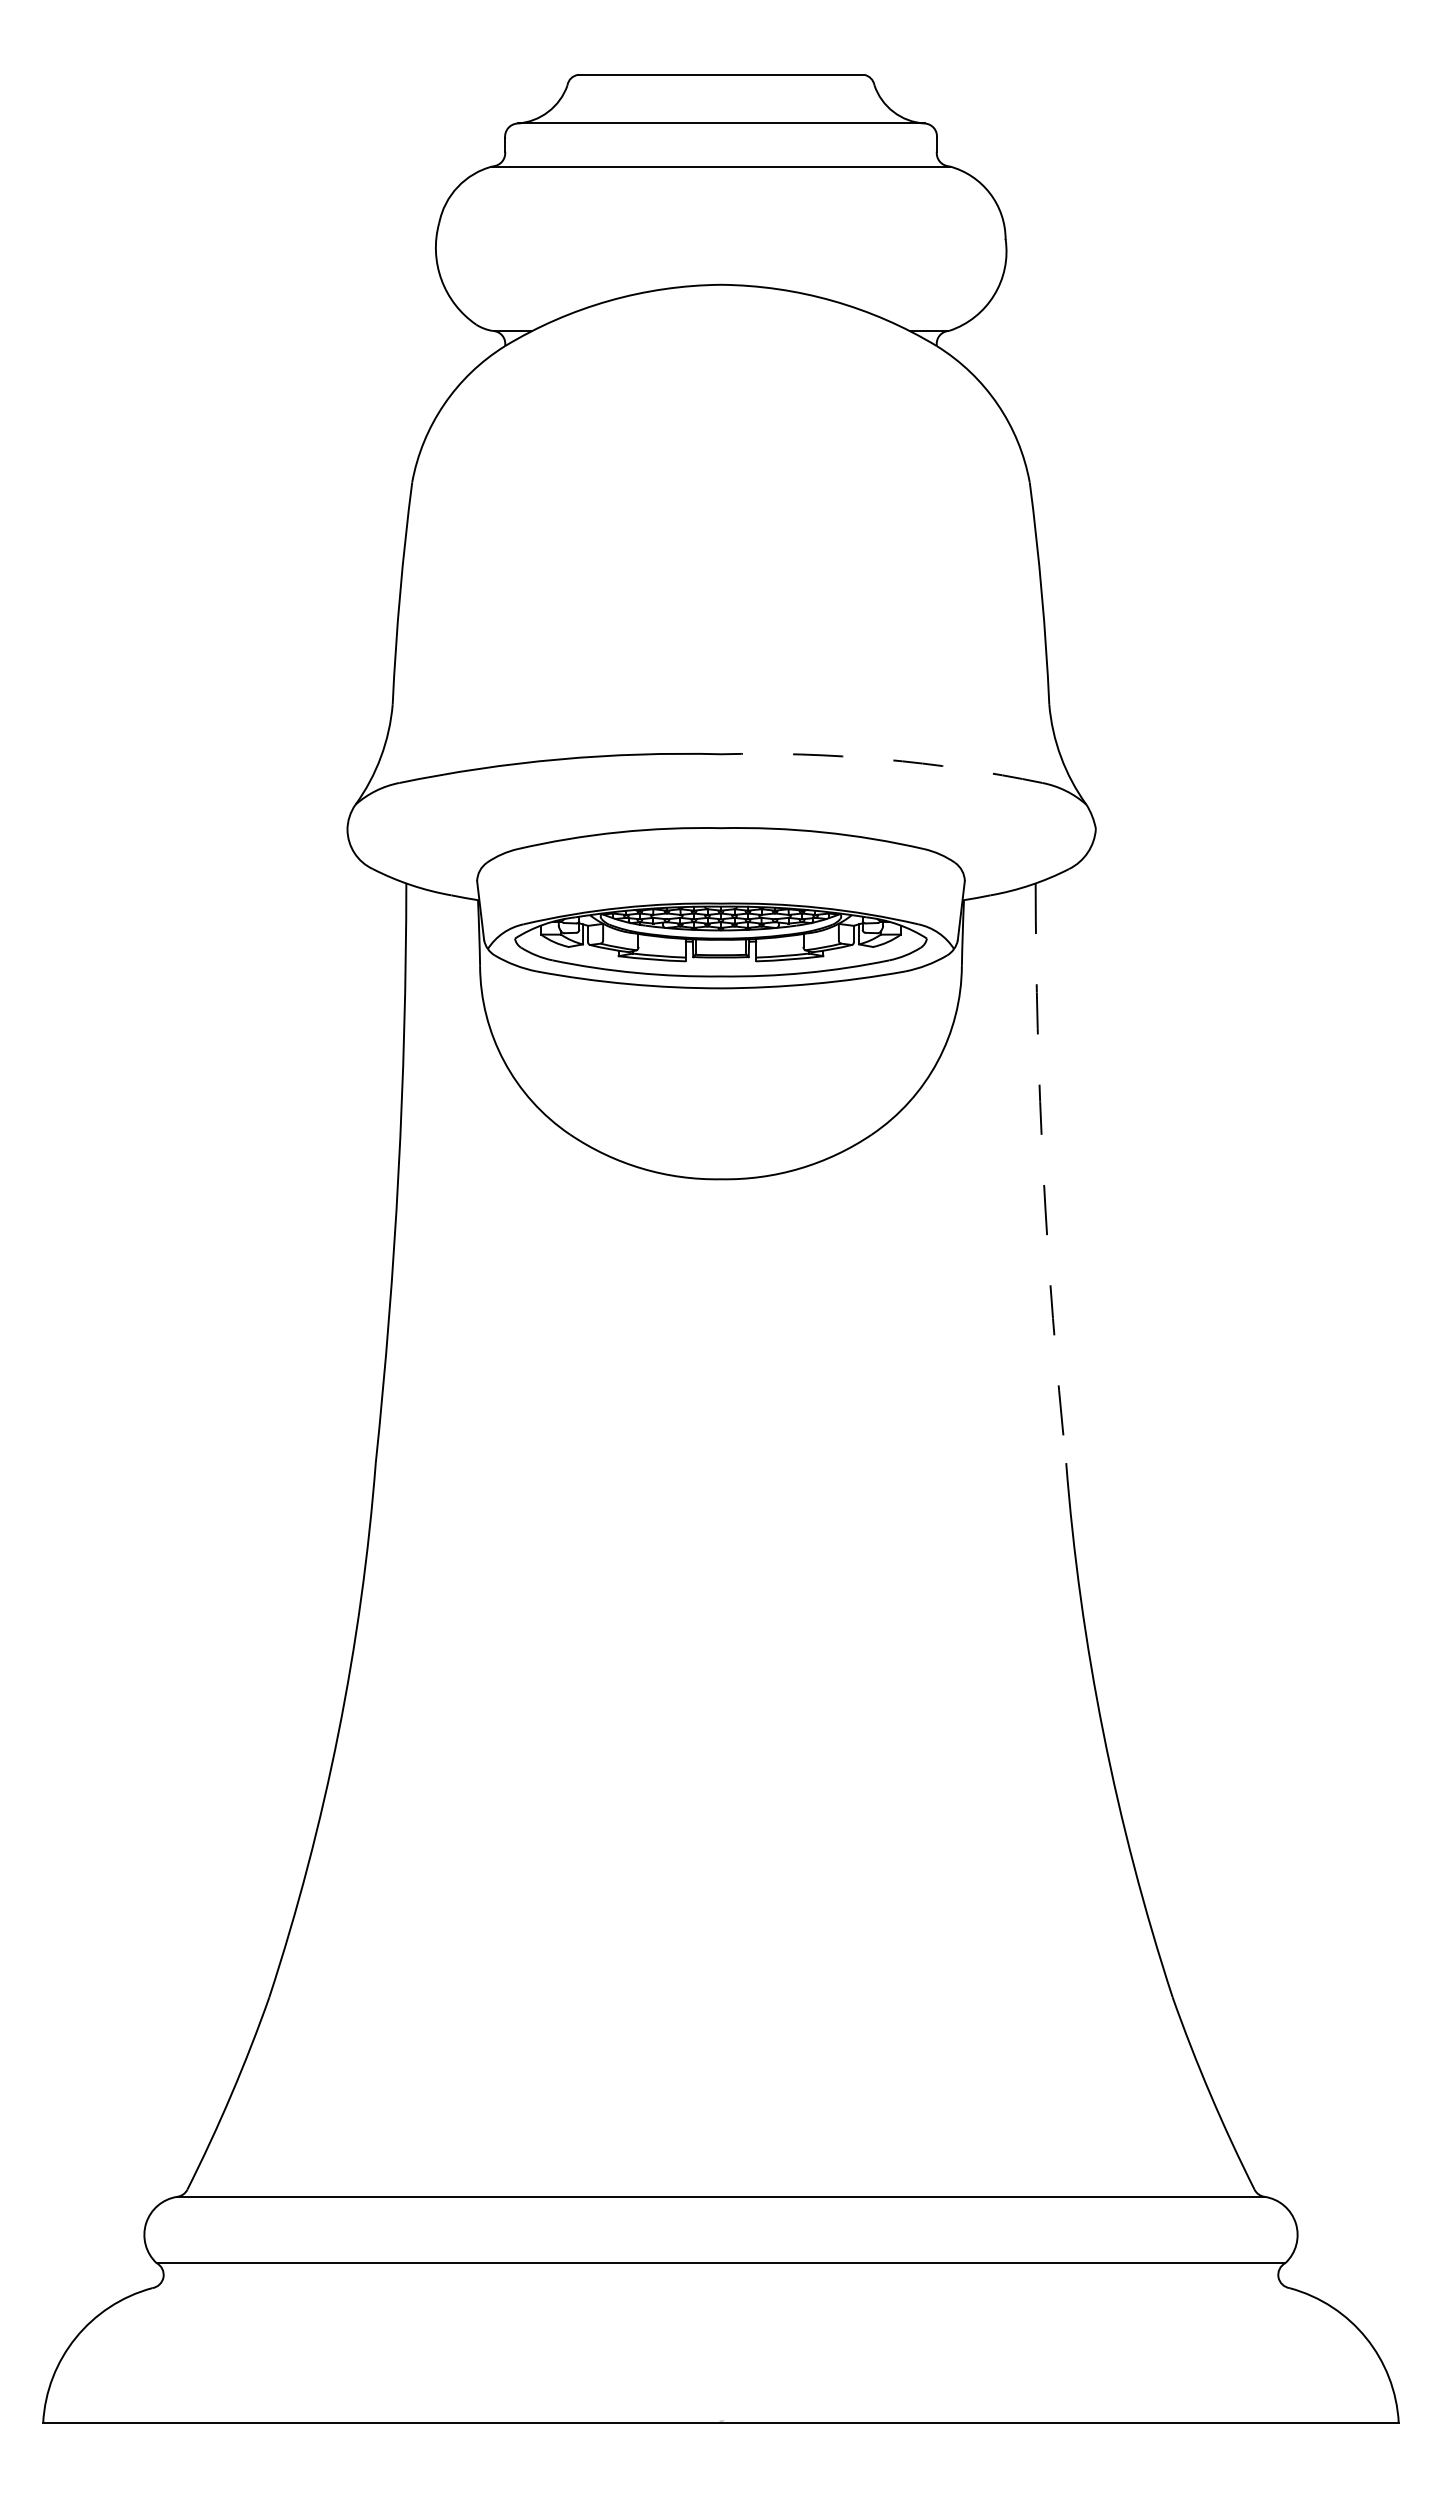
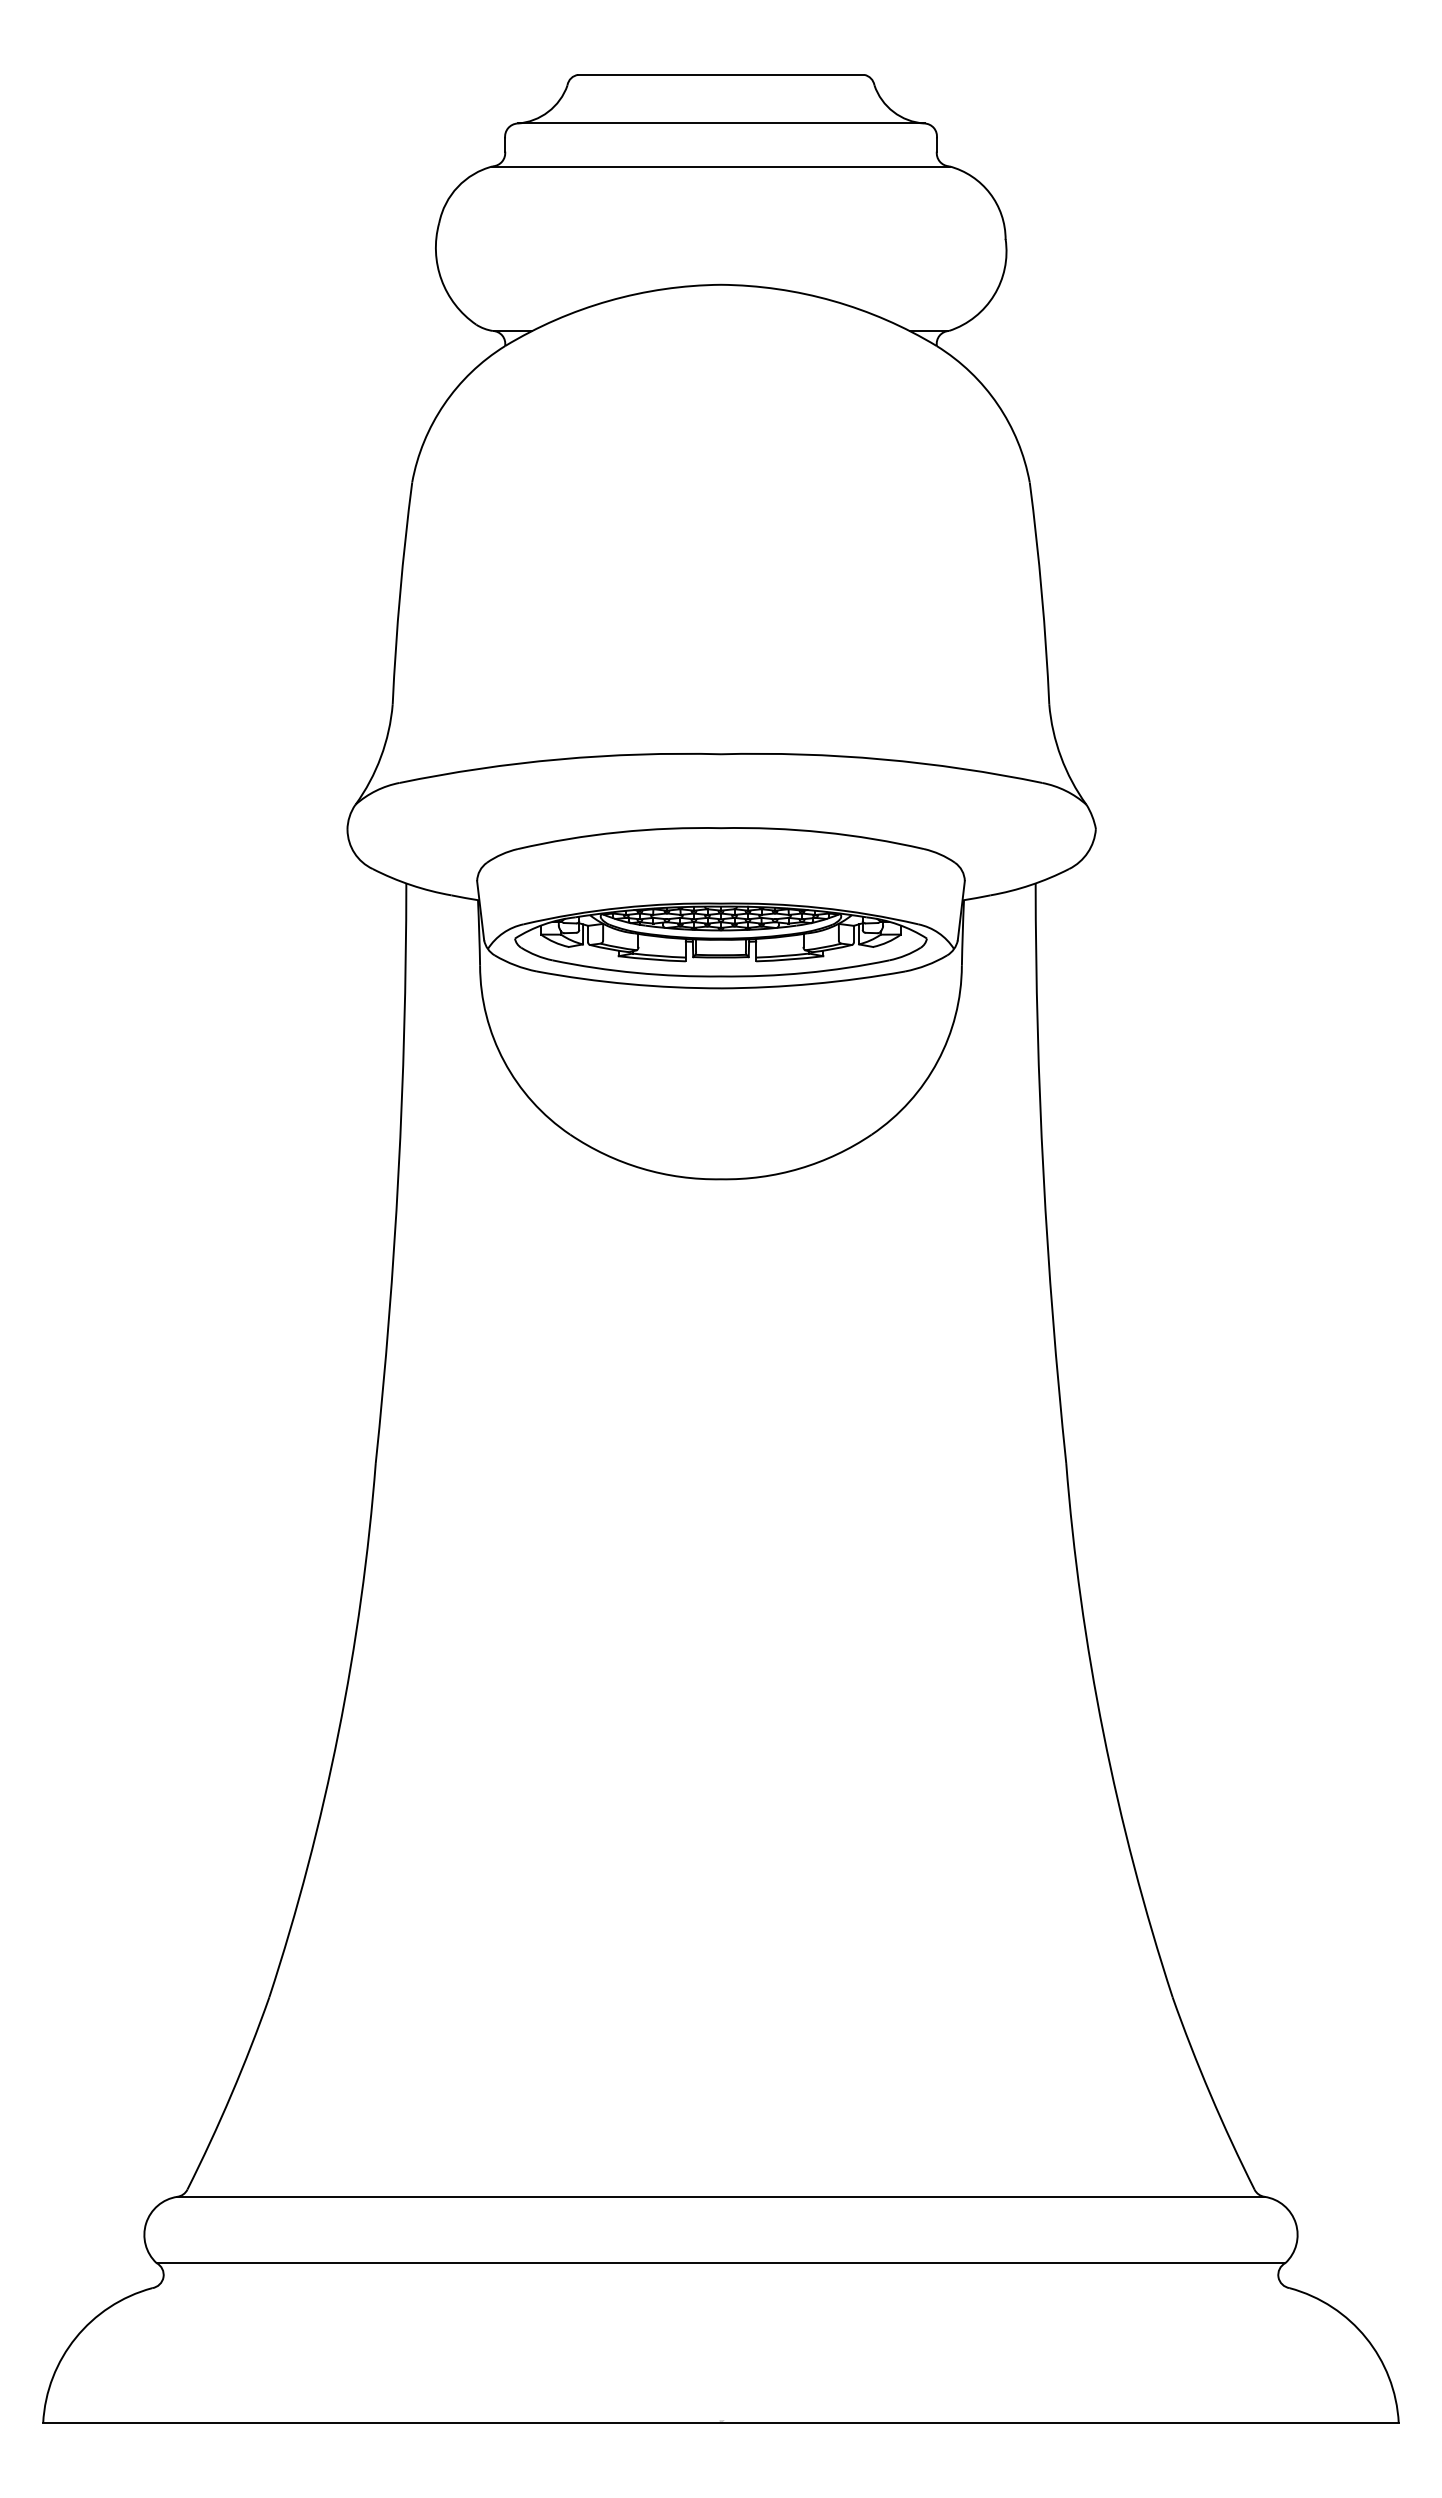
arc at (882, 759): dashed -> solid
arc at (1043, 1173): dashed -> solid
